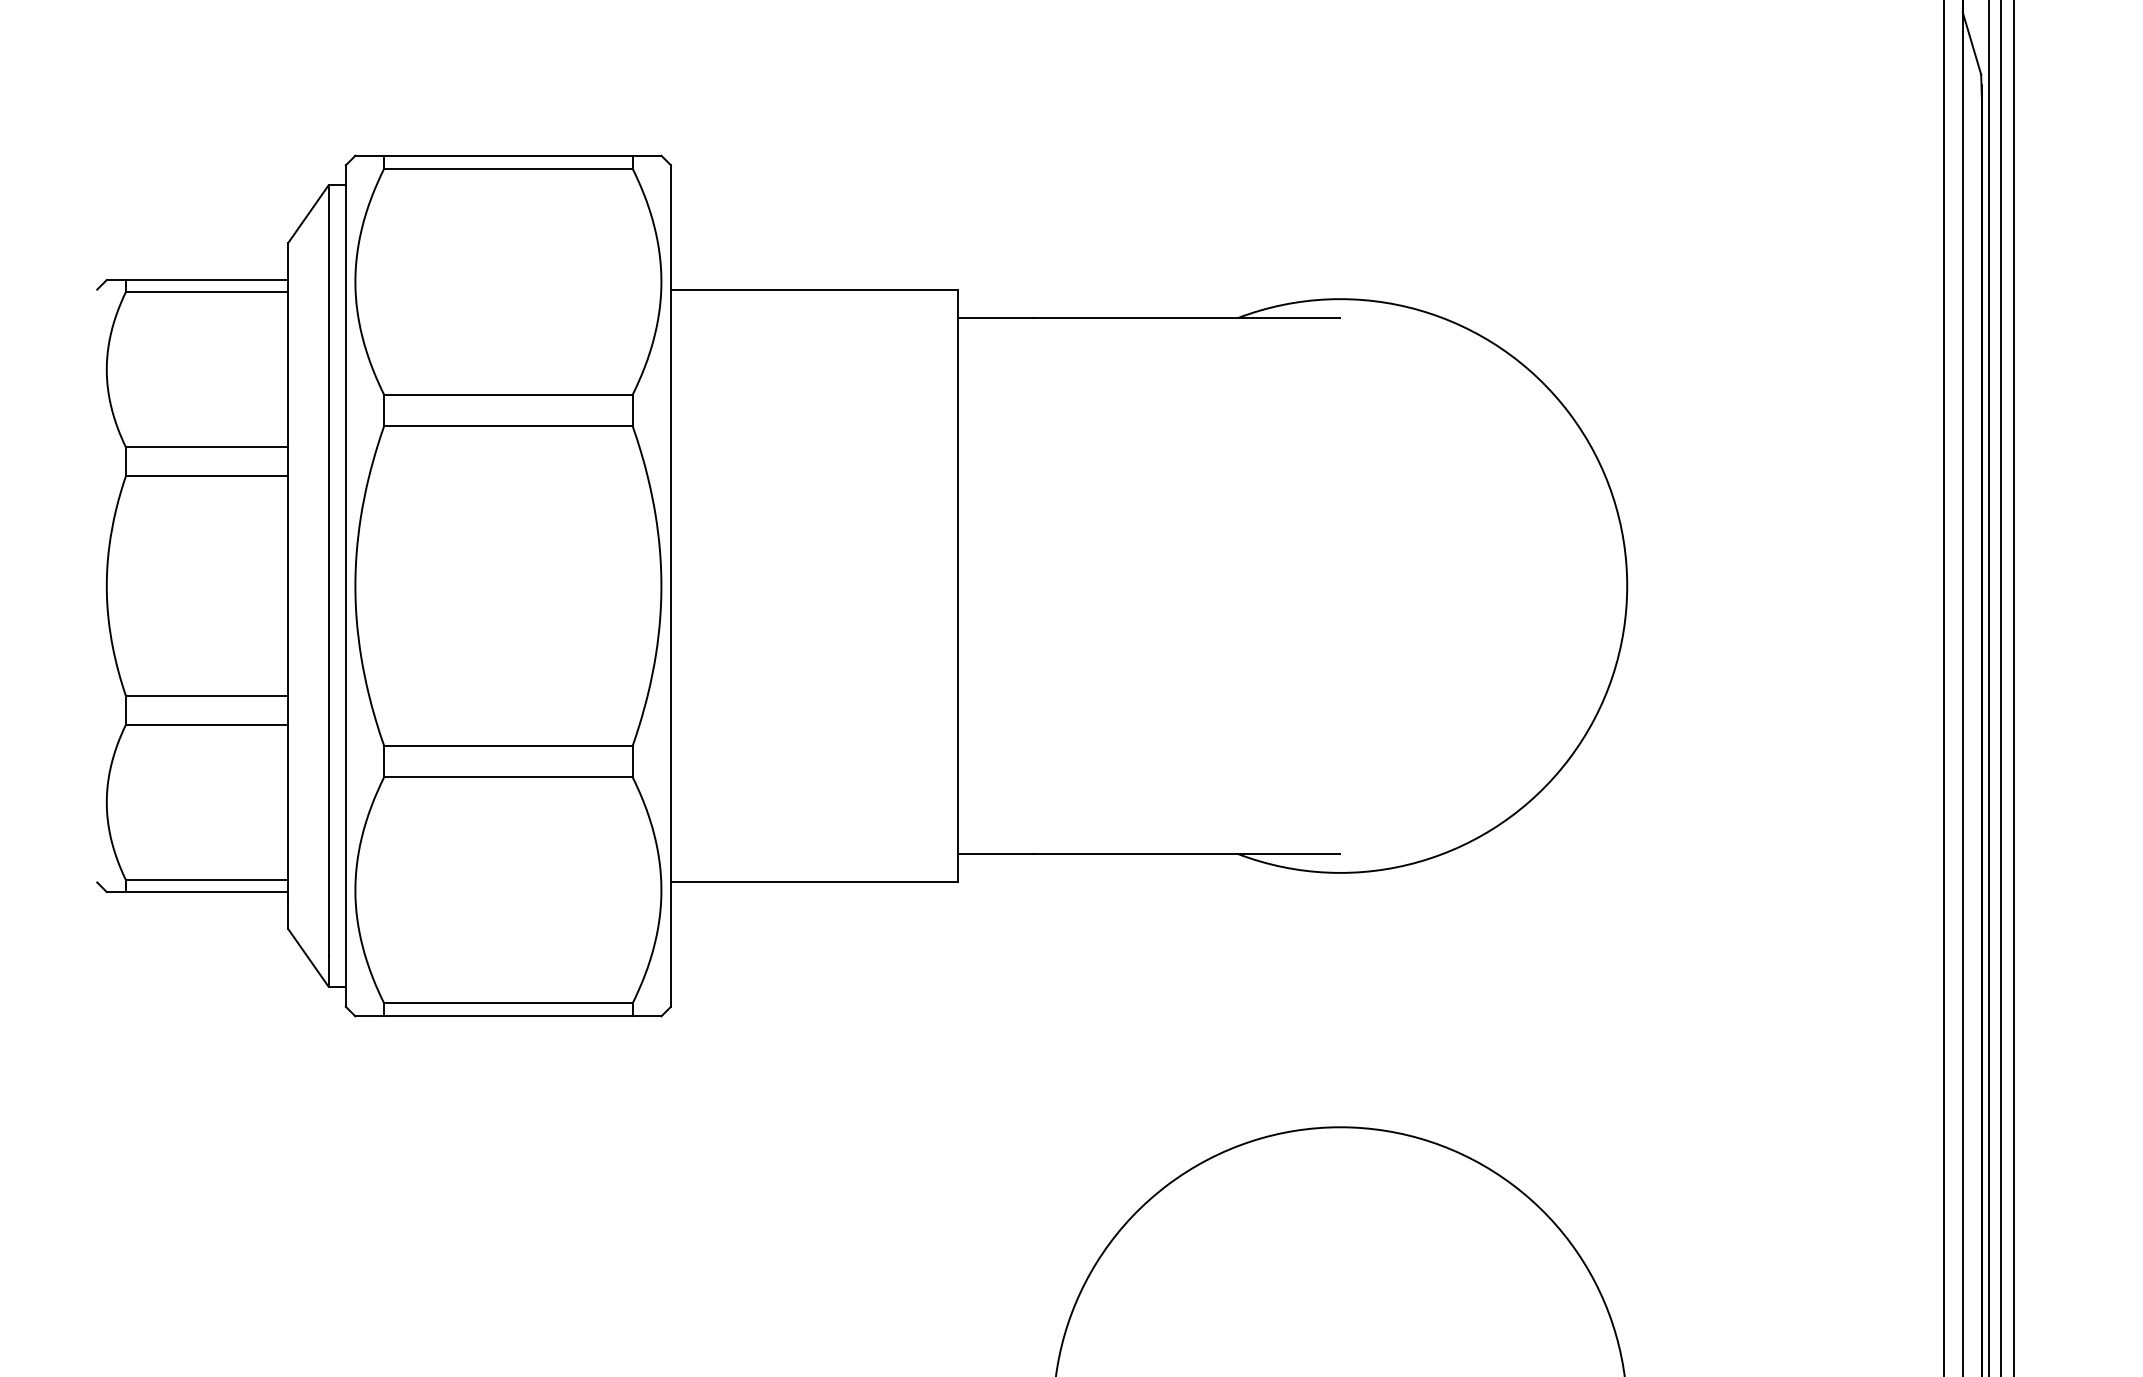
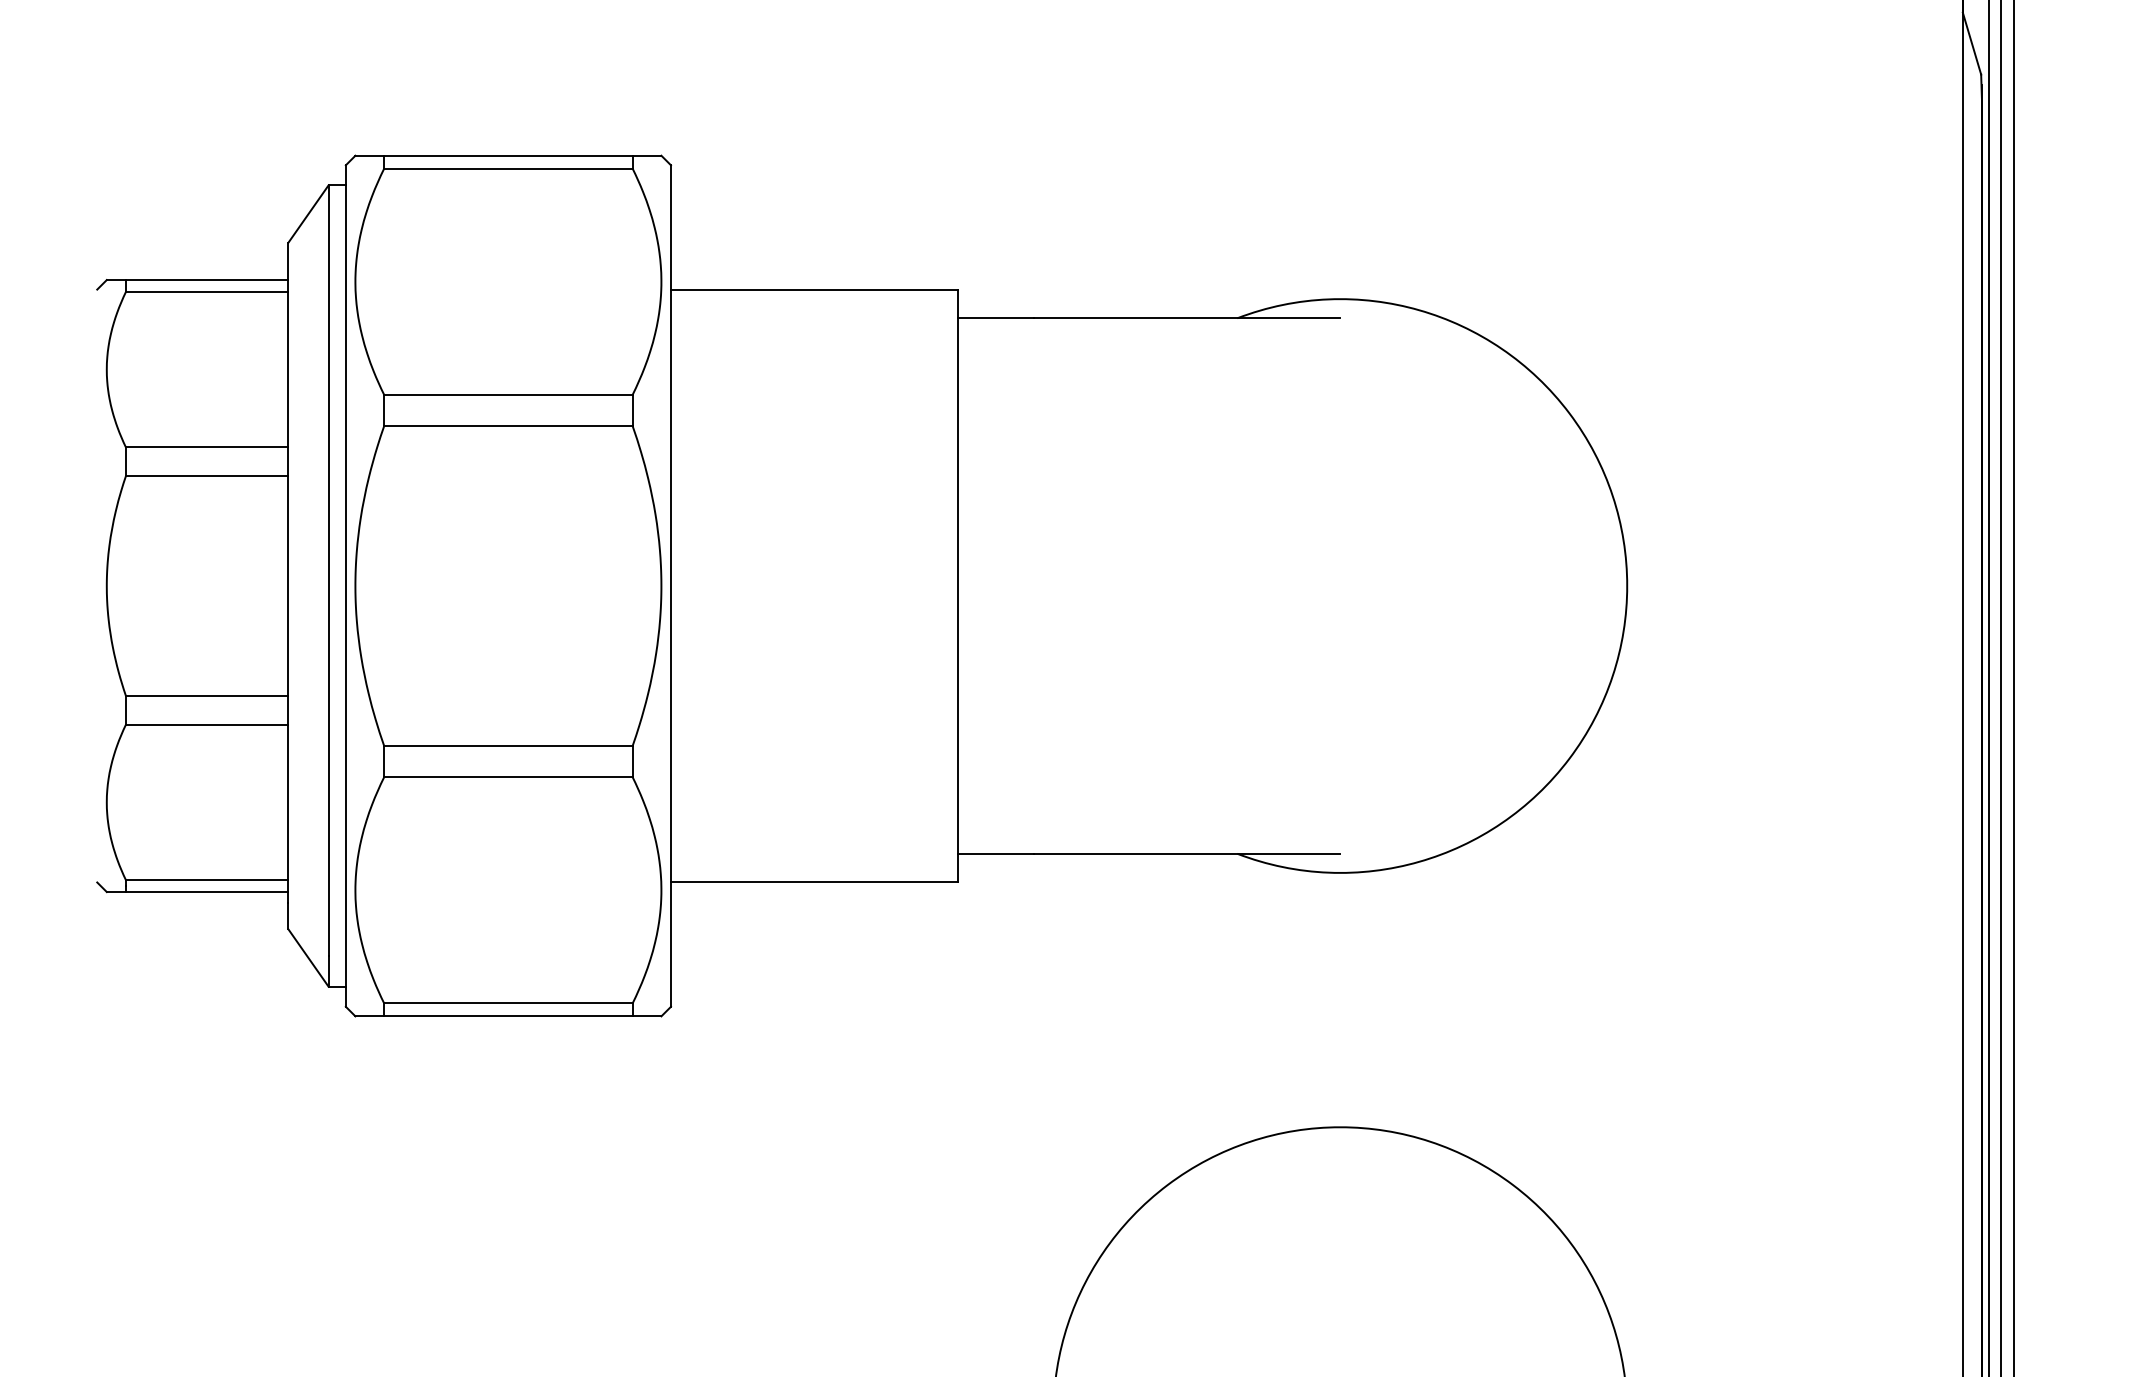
line at (1943, 687): present -> none
